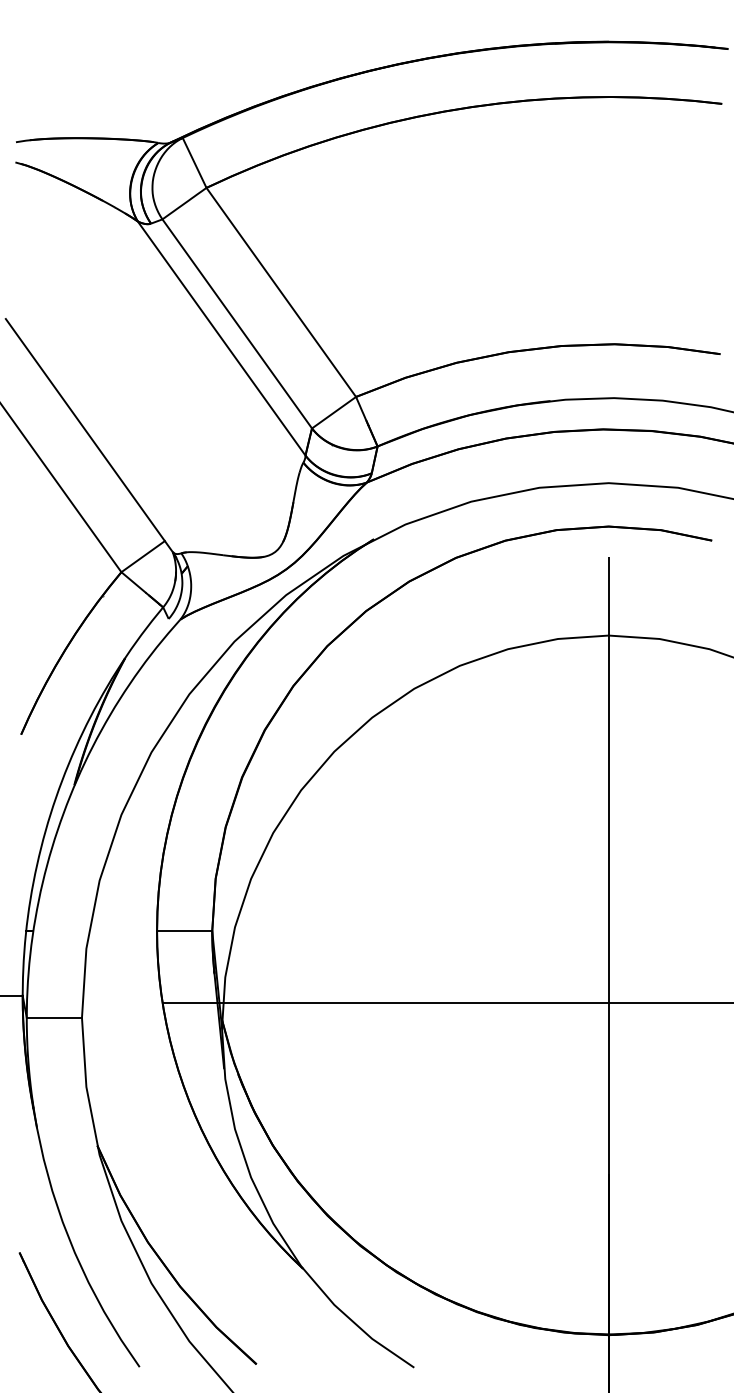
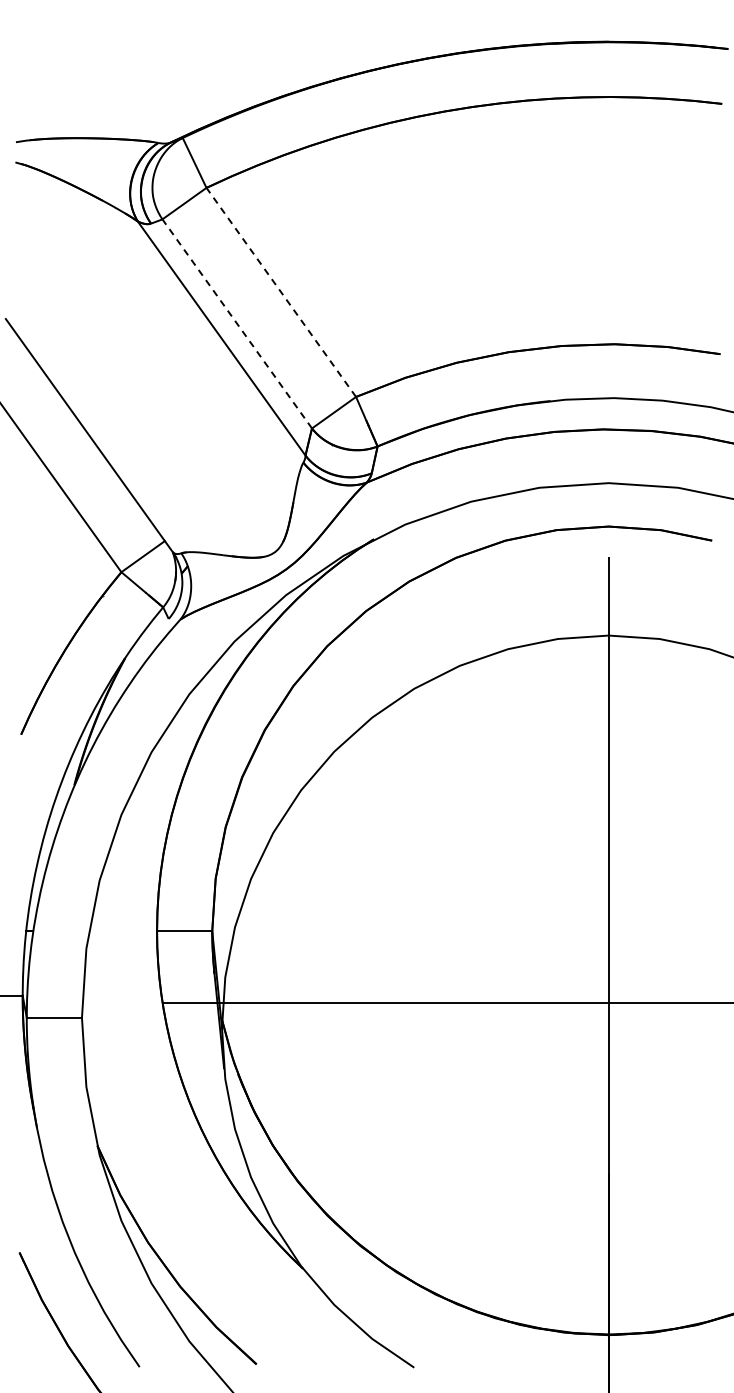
line at (281, 292): solid -> dashed
line at (237, 323): solid -> dashed
